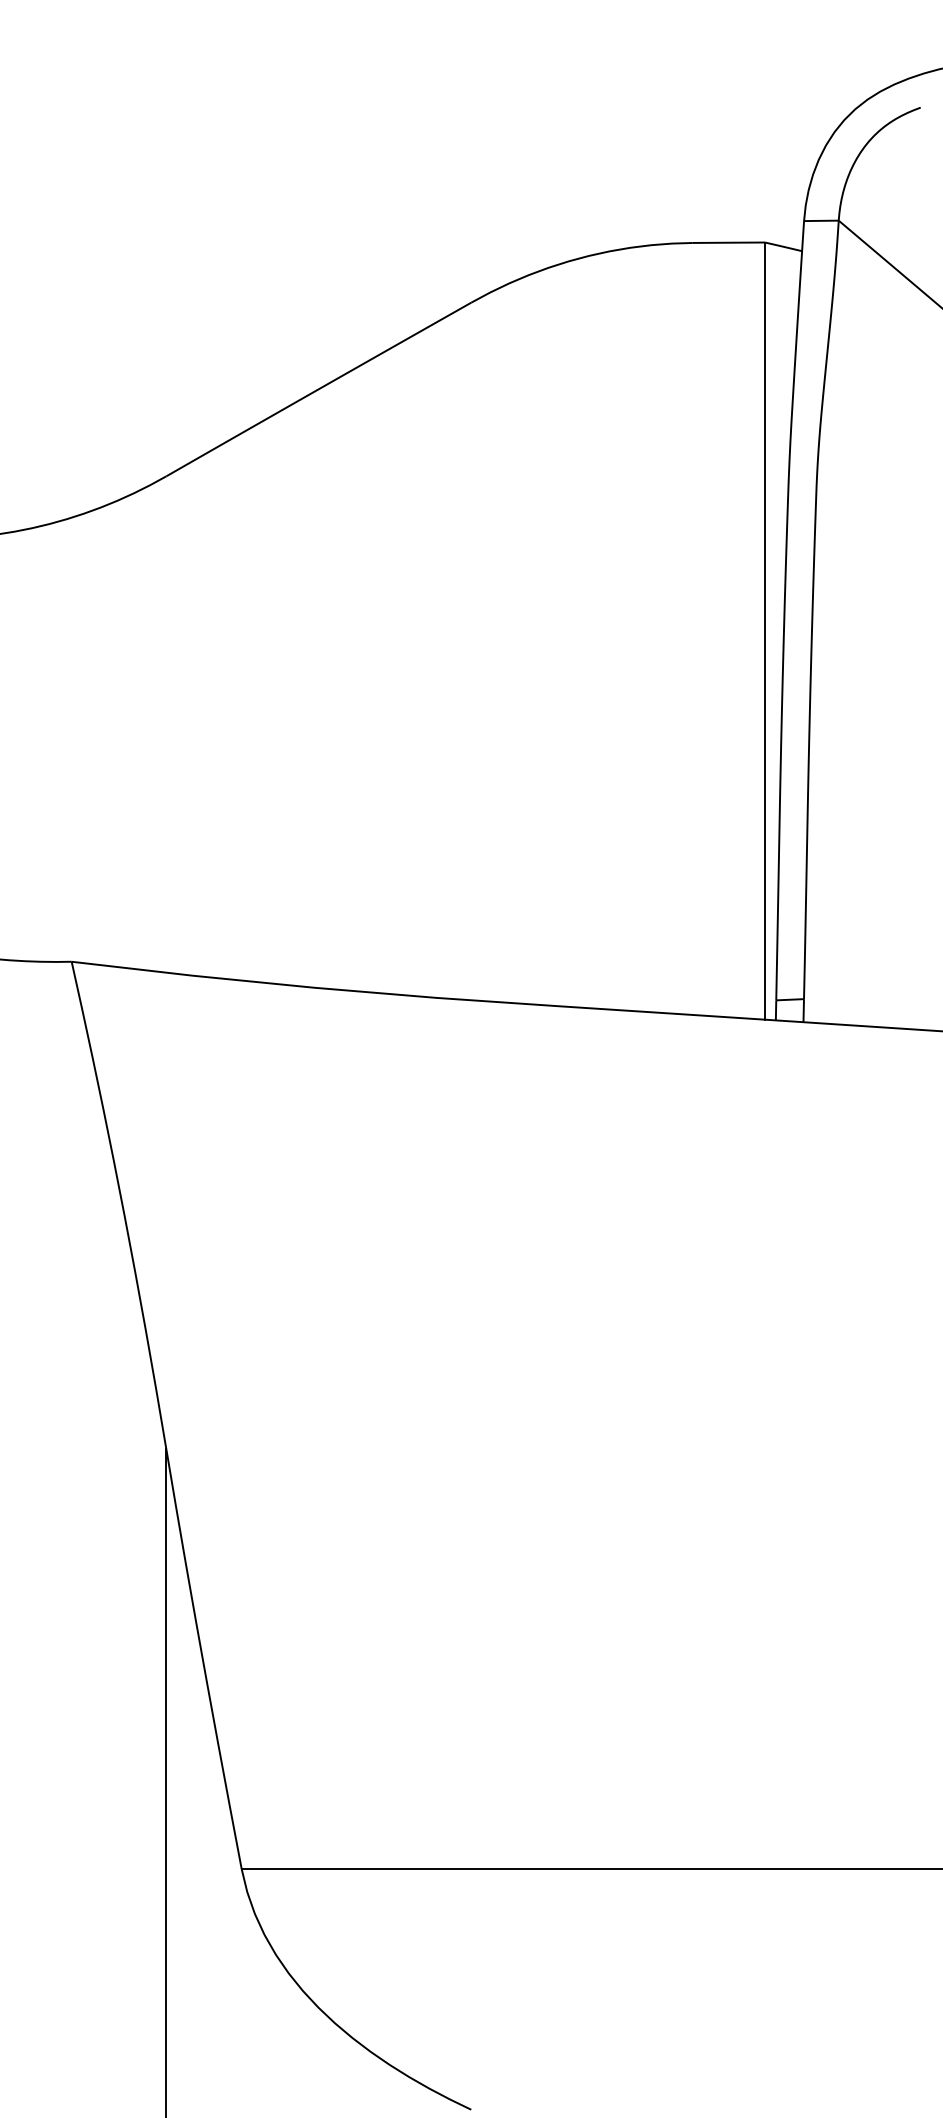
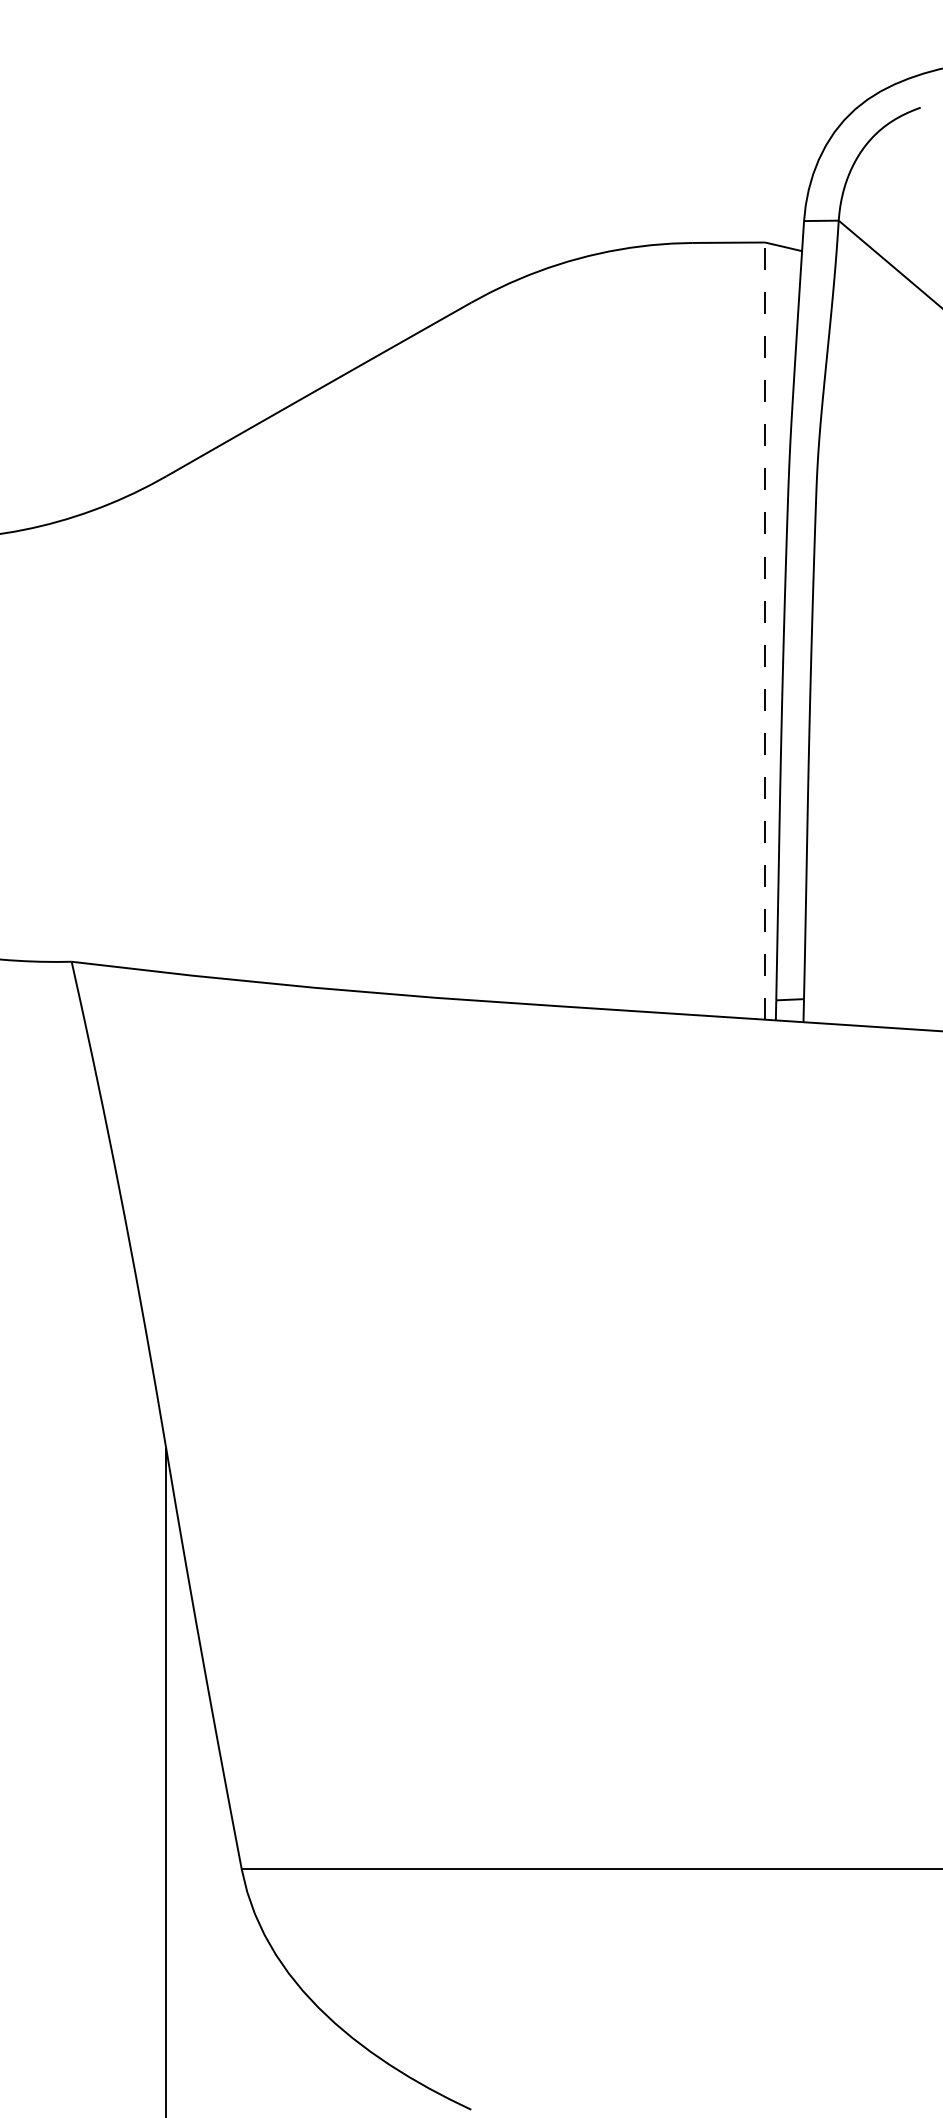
line at (764, 631): solid -> dashed
